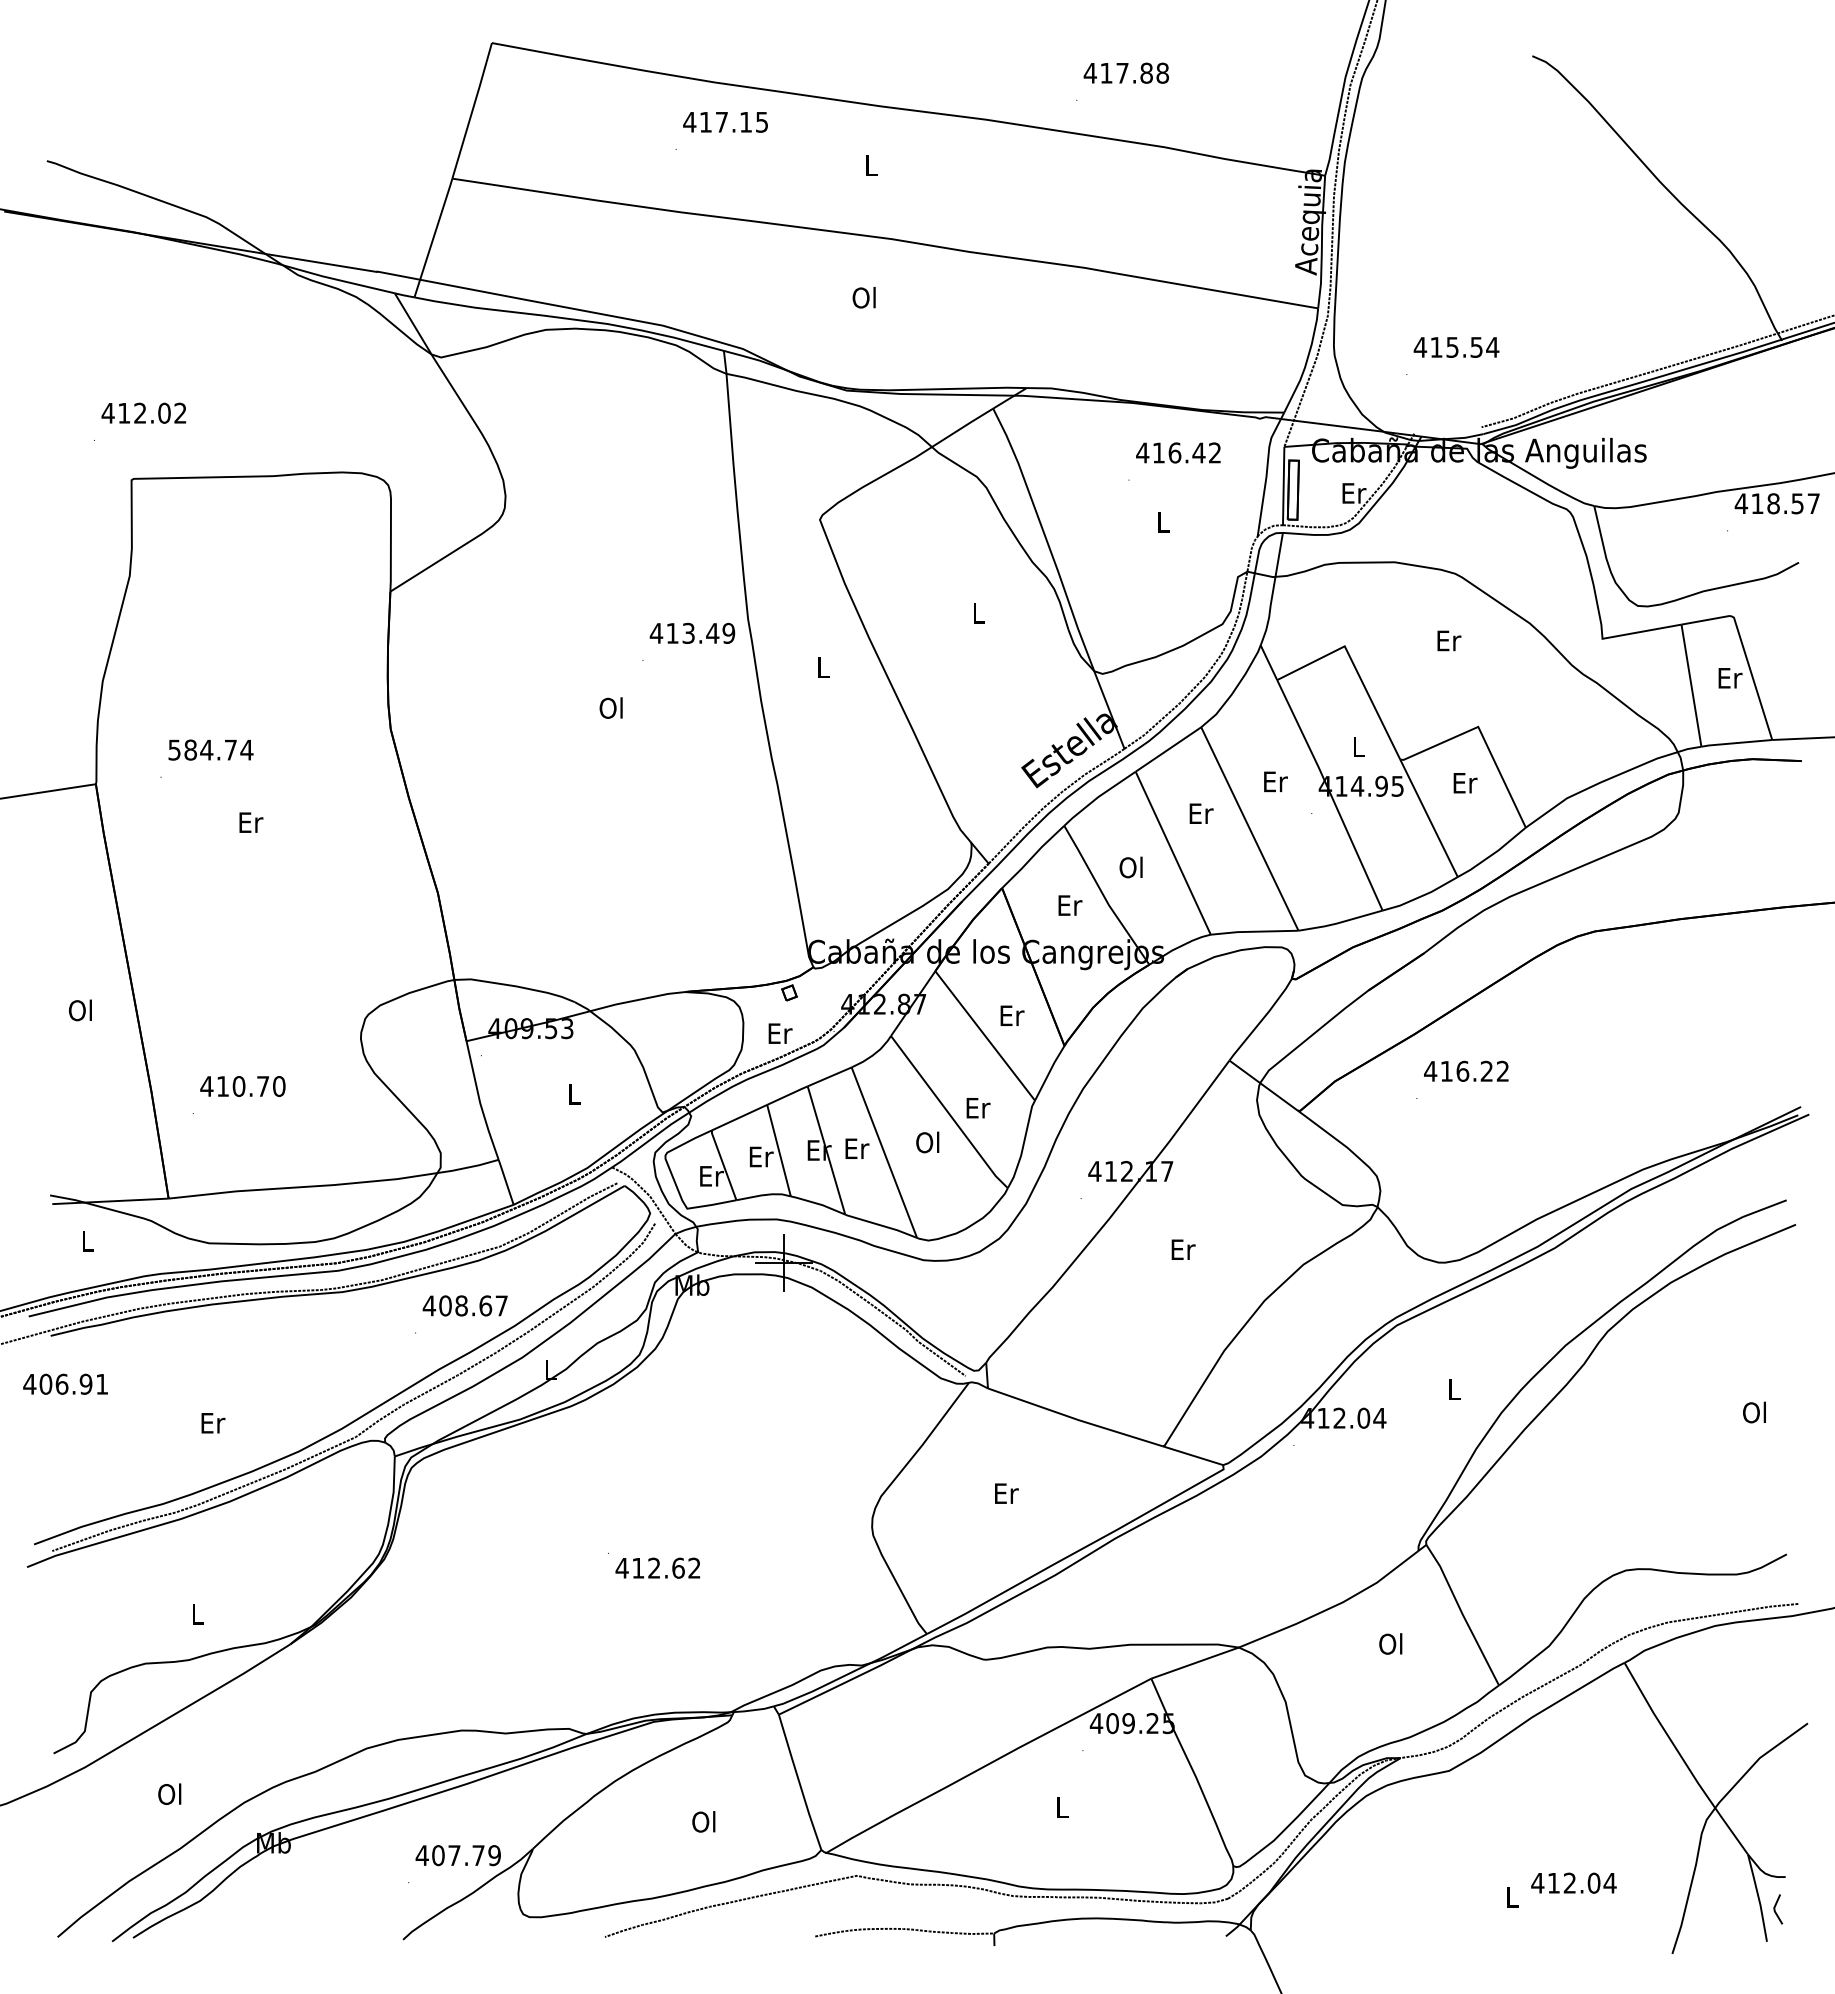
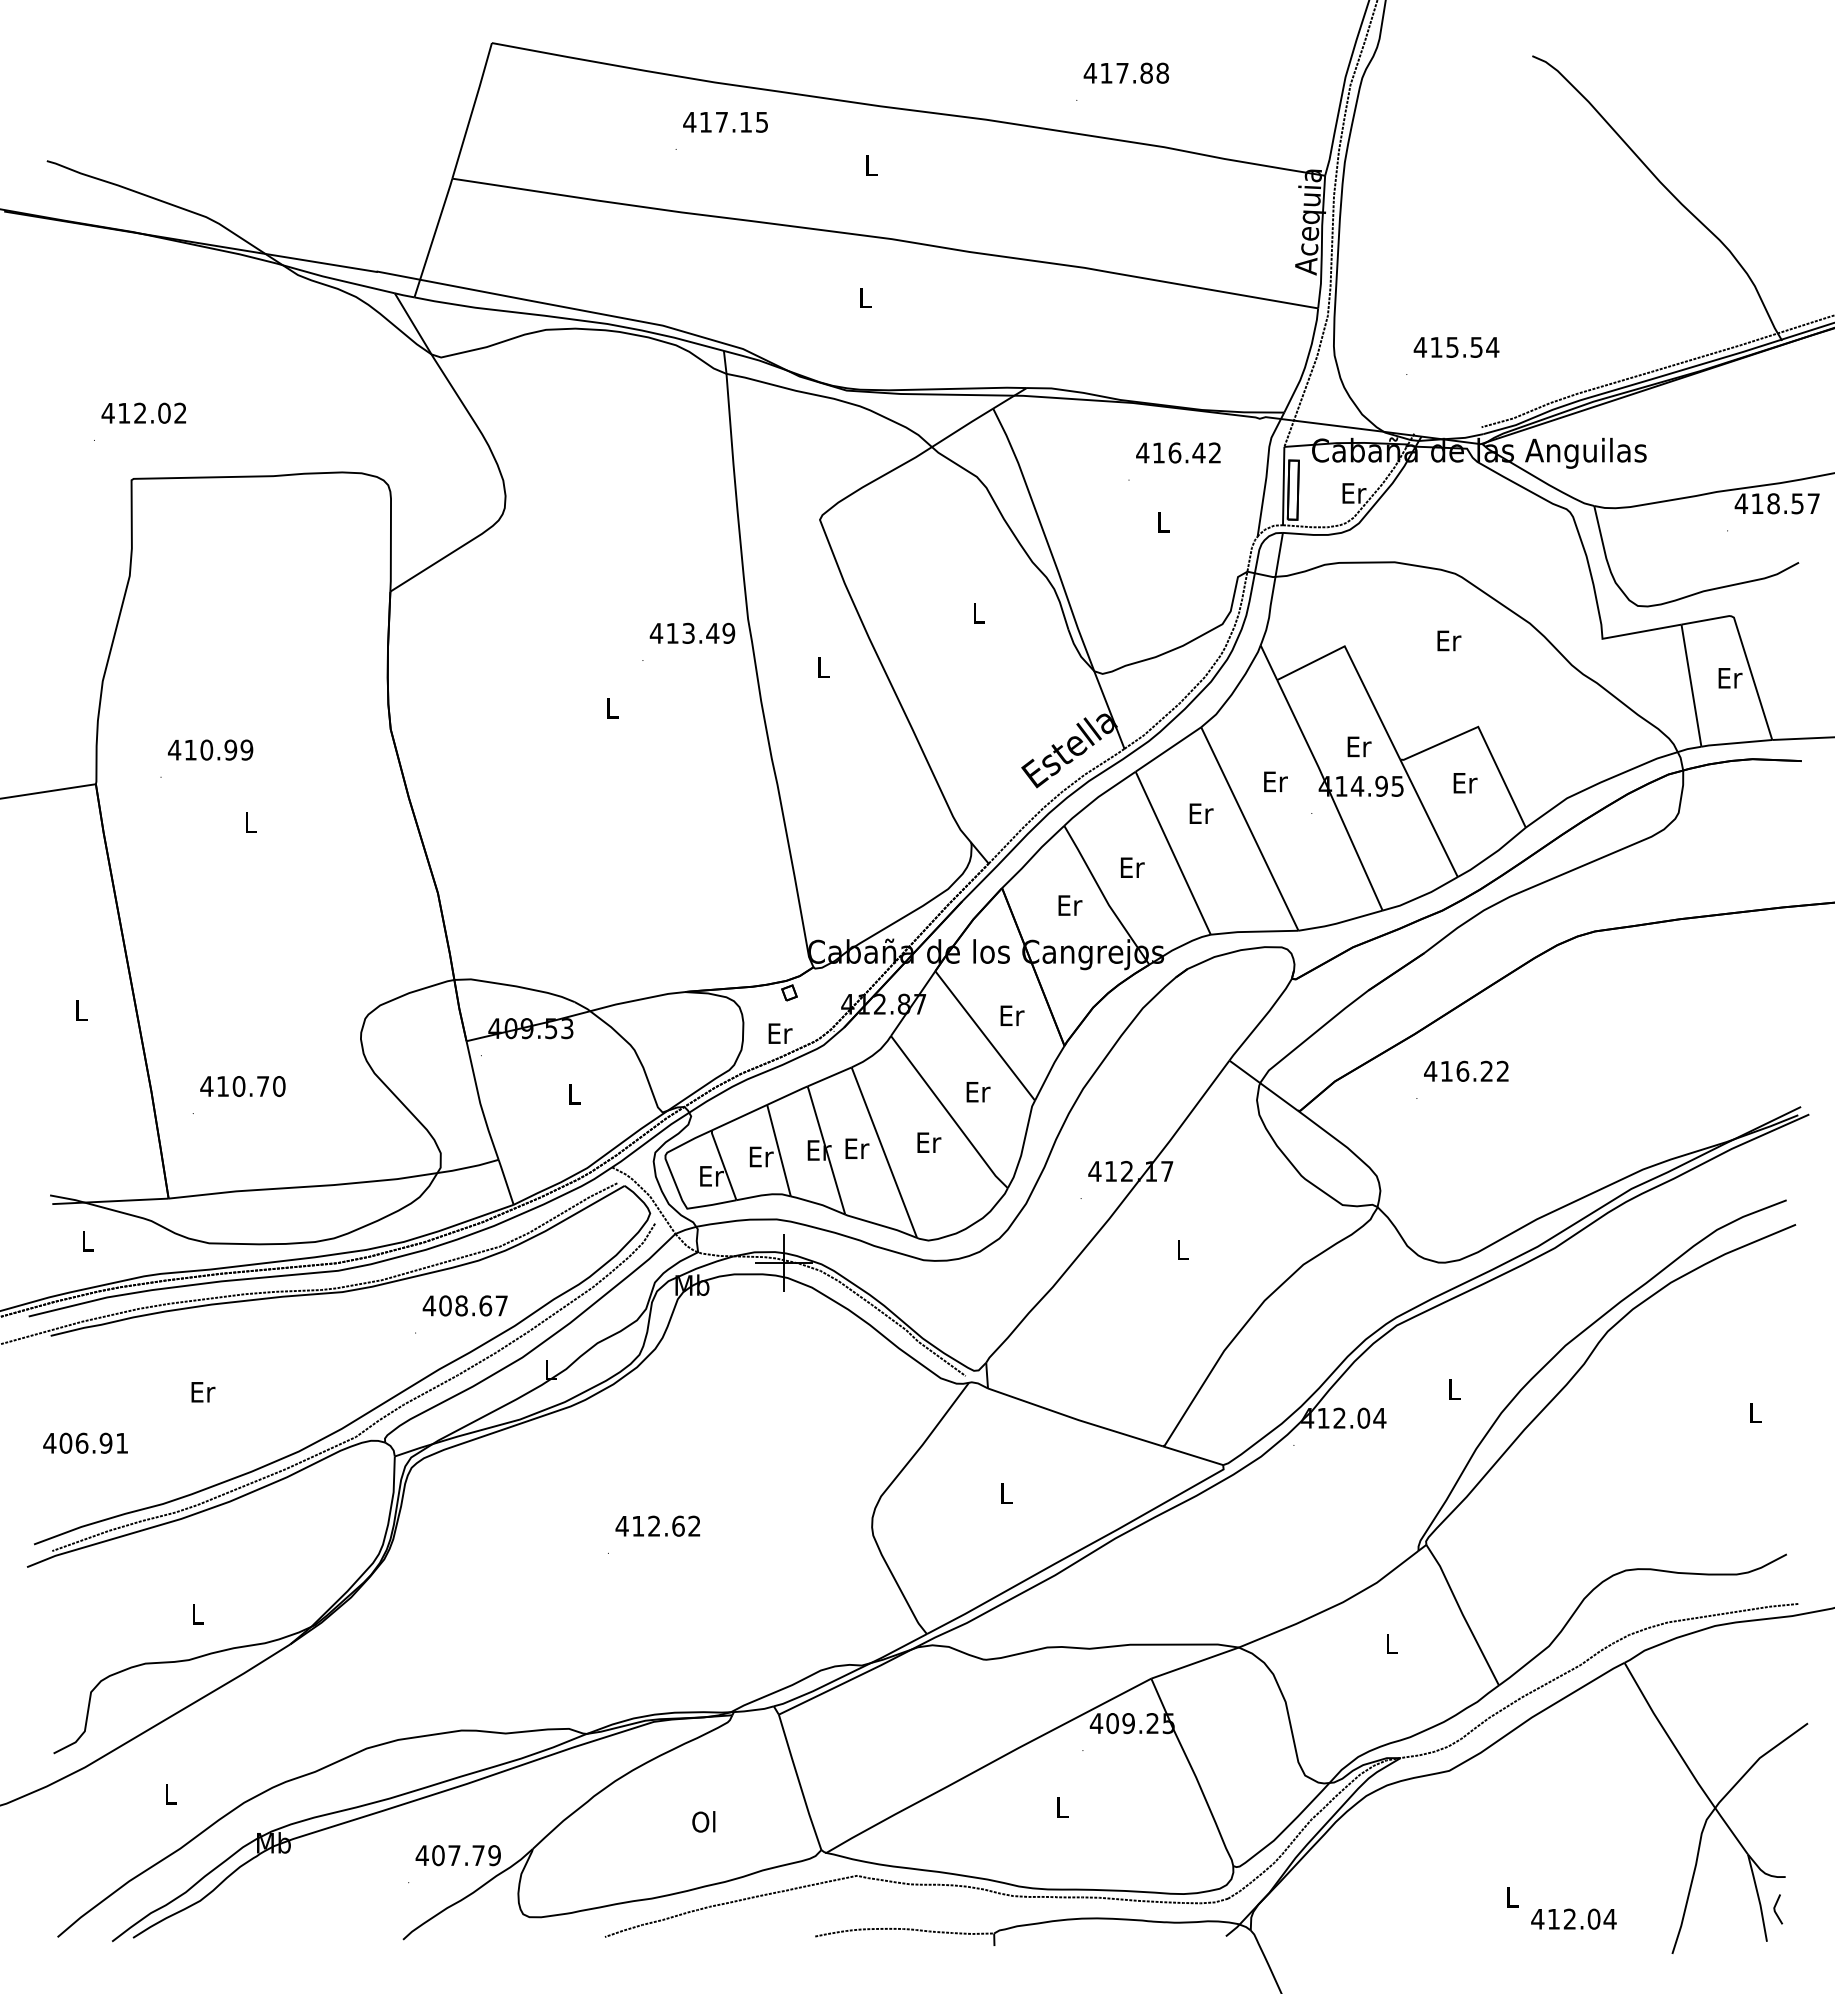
text at (863, 297): Ol -> L
text at (610, 707): Ol -> L
text at (1359, 746): L -> Er
text at (210, 749): 584.74 -> 410.99
text at (251, 822): Er -> L
text at (1131, 867): Ol -> Er
text at (80, 1010): Ol -> L
text at (978, 1108) position: (978, 1108) -> (978, 1092)
text at (928, 1142): Ol -> Er
text at (1183, 1249): Er -> L
text at (65, 1383) position: (65, 1383) -> (85, 1442)
text at (1754, 1412): Ol -> L
text at (213, 1423) position: (213, 1423) -> (203, 1392)
text at (1006, 1493): Er -> L
text at (657, 1567) position: (657, 1567) -> (657, 1525)
text at (1390, 1643): Ol -> L
text at (169, 1794): Ol -> L
text at (1573, 1882) position: (1573, 1882) -> (1573, 1918)
